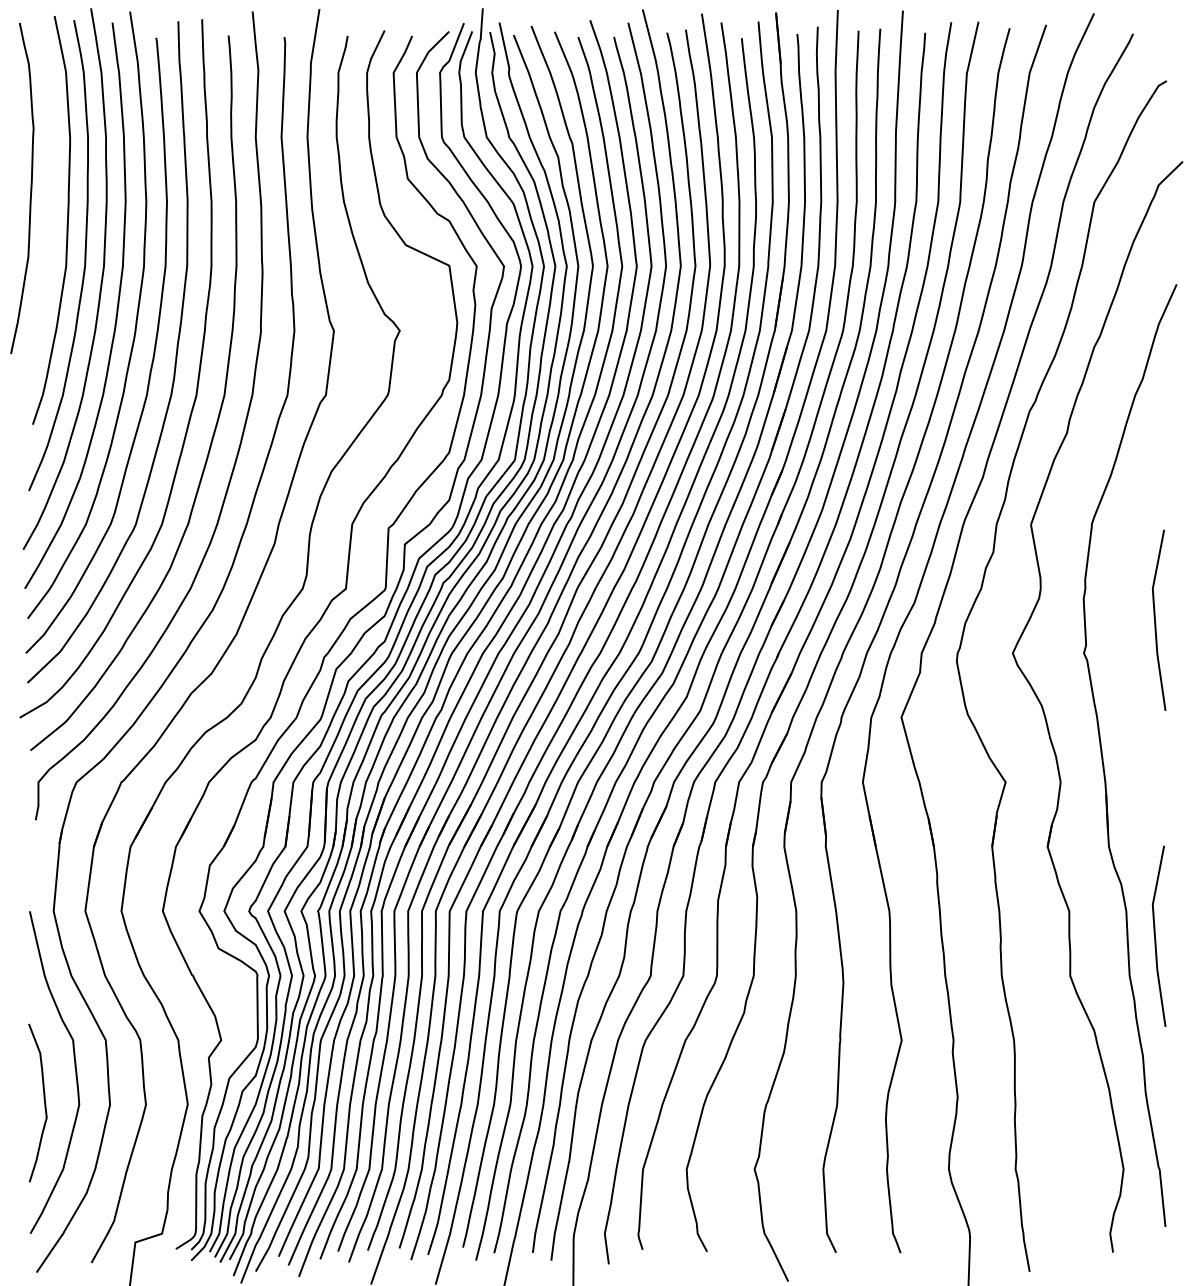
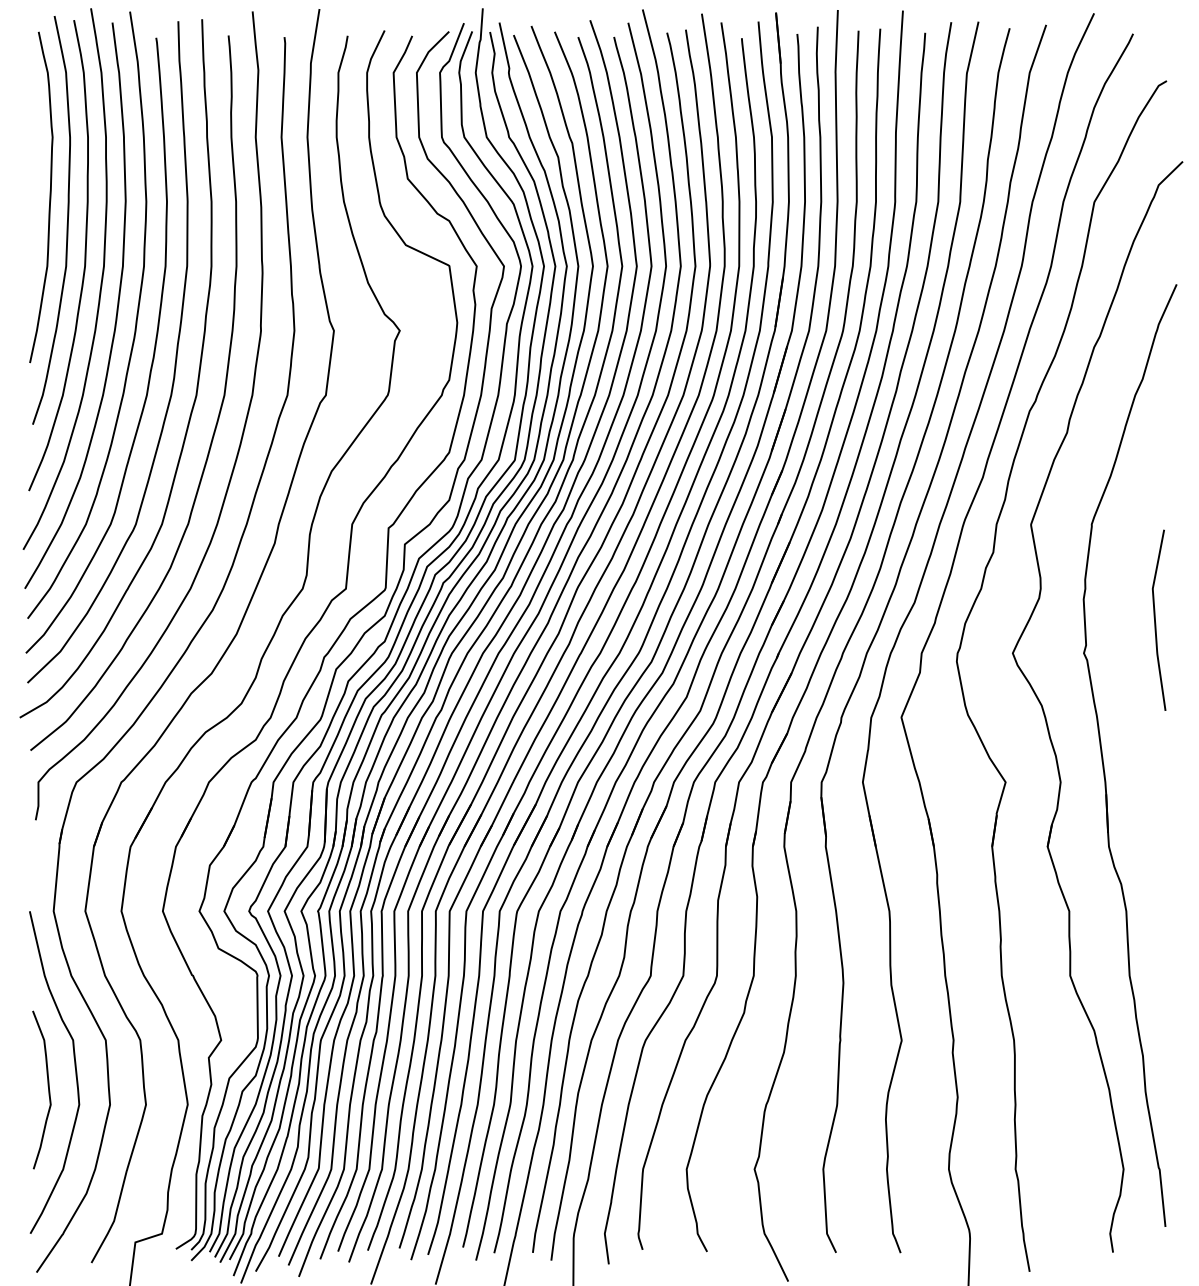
curve at (30, 188) position: (30, 188) -> (49, 197)
curve at (1155, 935): present -> none
curve at (43, 1099) position: (43, 1099) -> (47, 1086)
